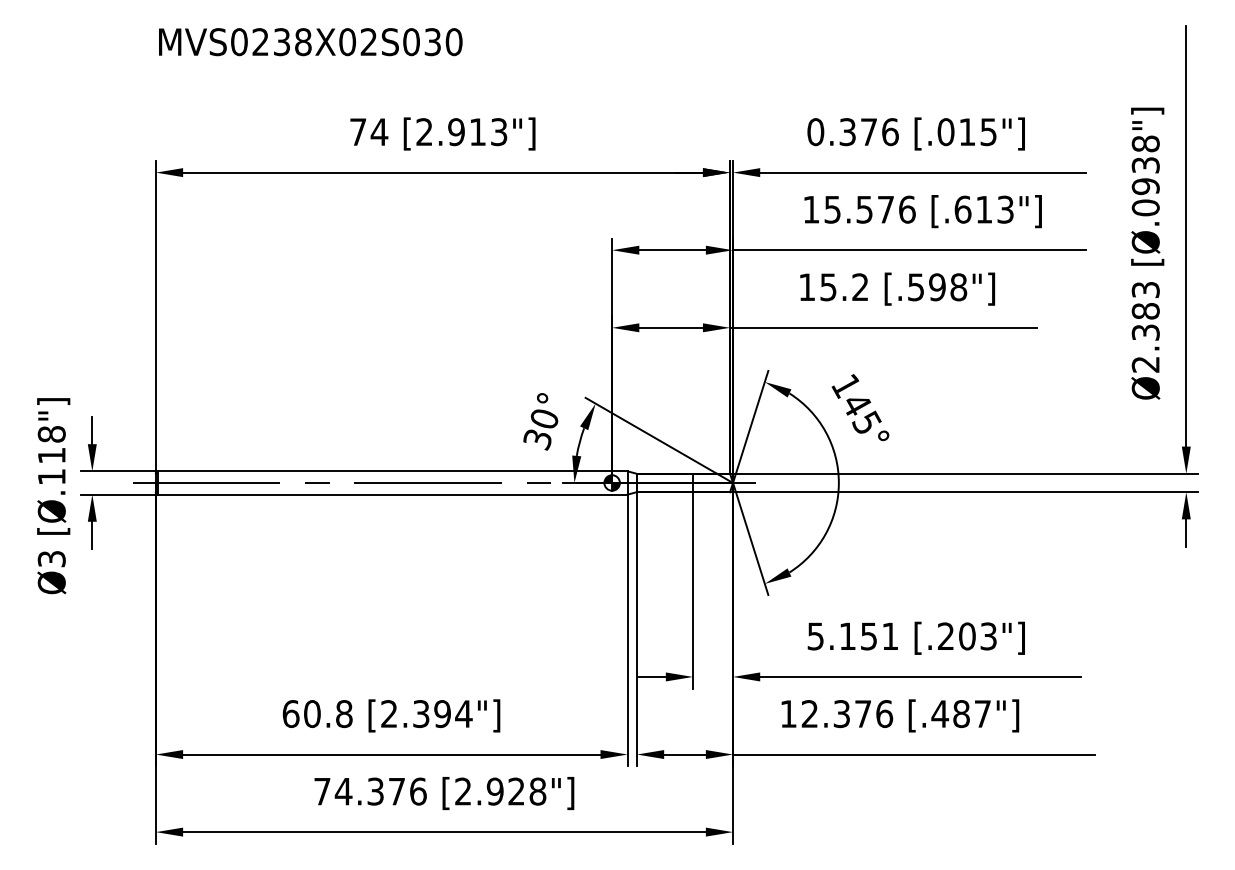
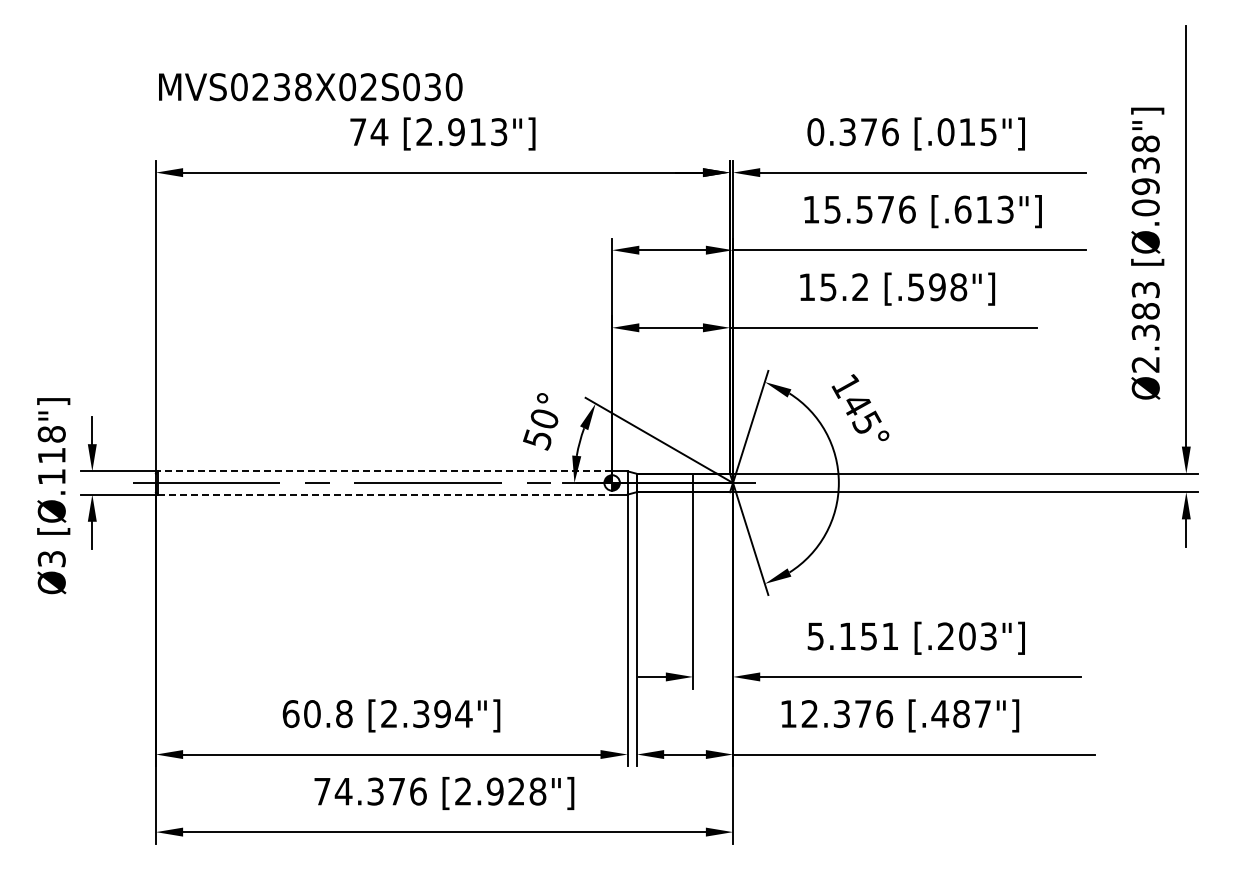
text at (310, 42) position: (310, 42) -> (310, 87)
text at (537, 439): 30° -> 50°
line at (385, 471): solid -> dashed
line at (385, 494): solid -> dashed
